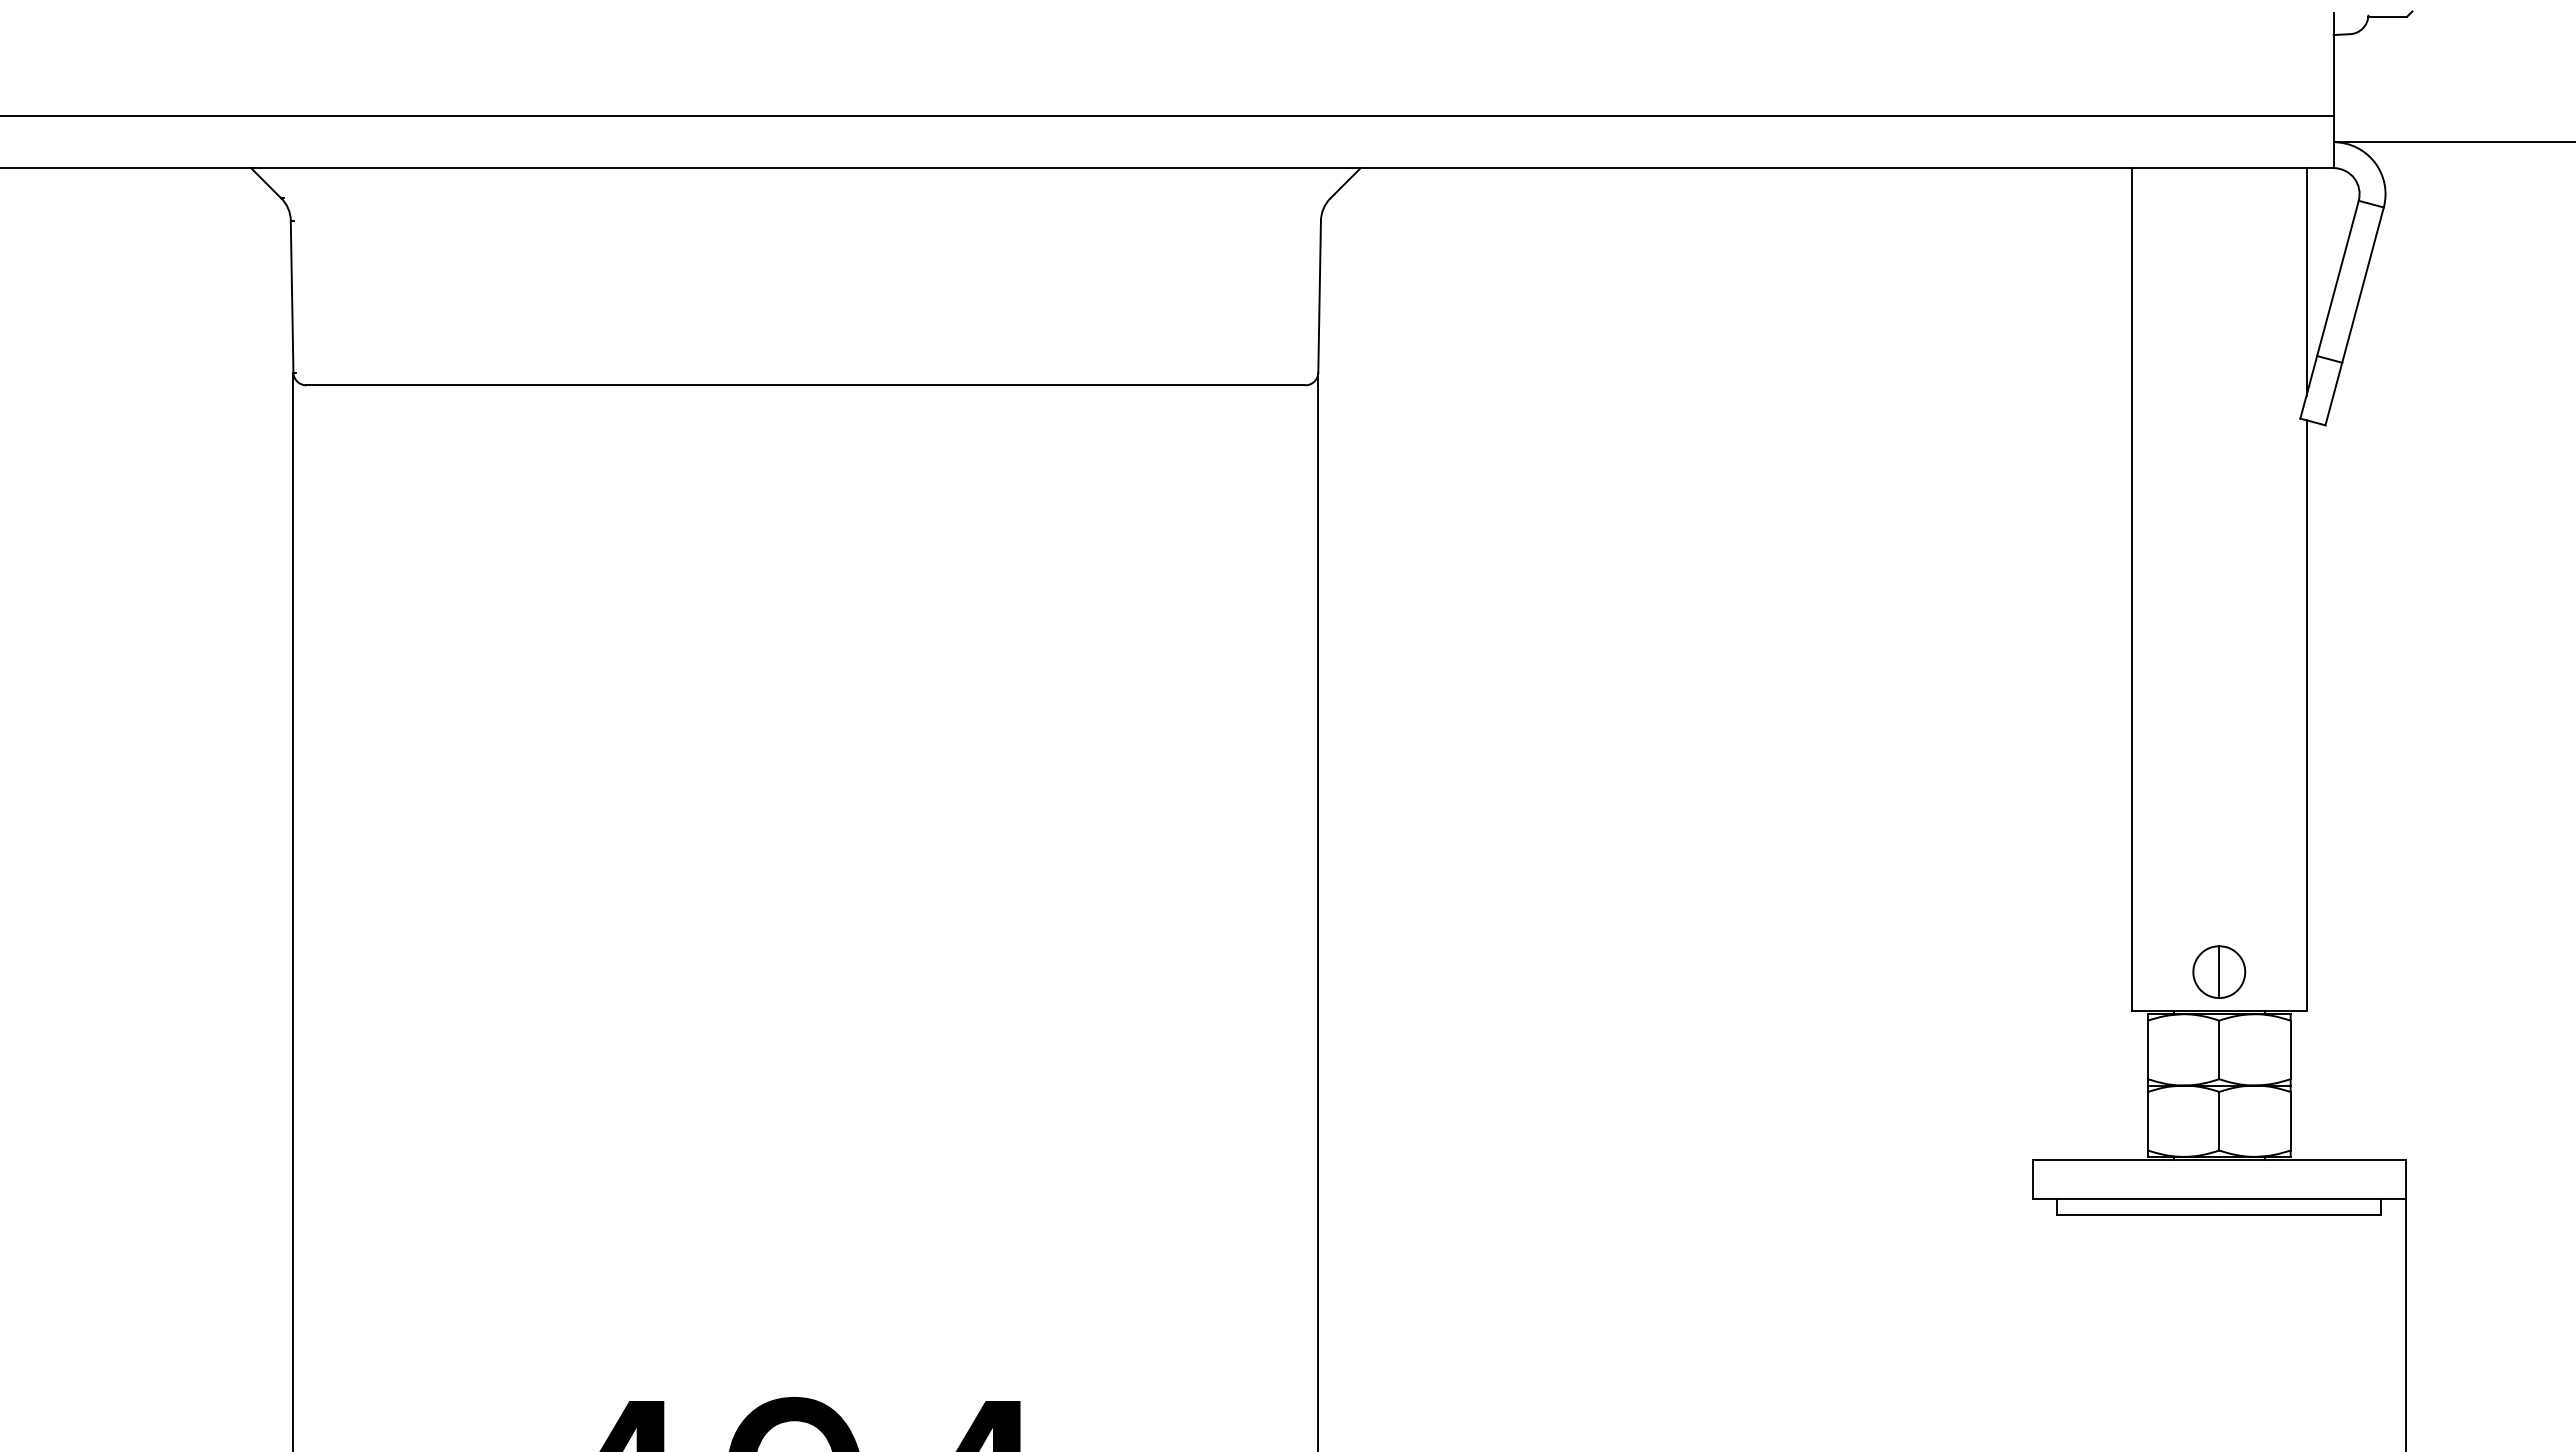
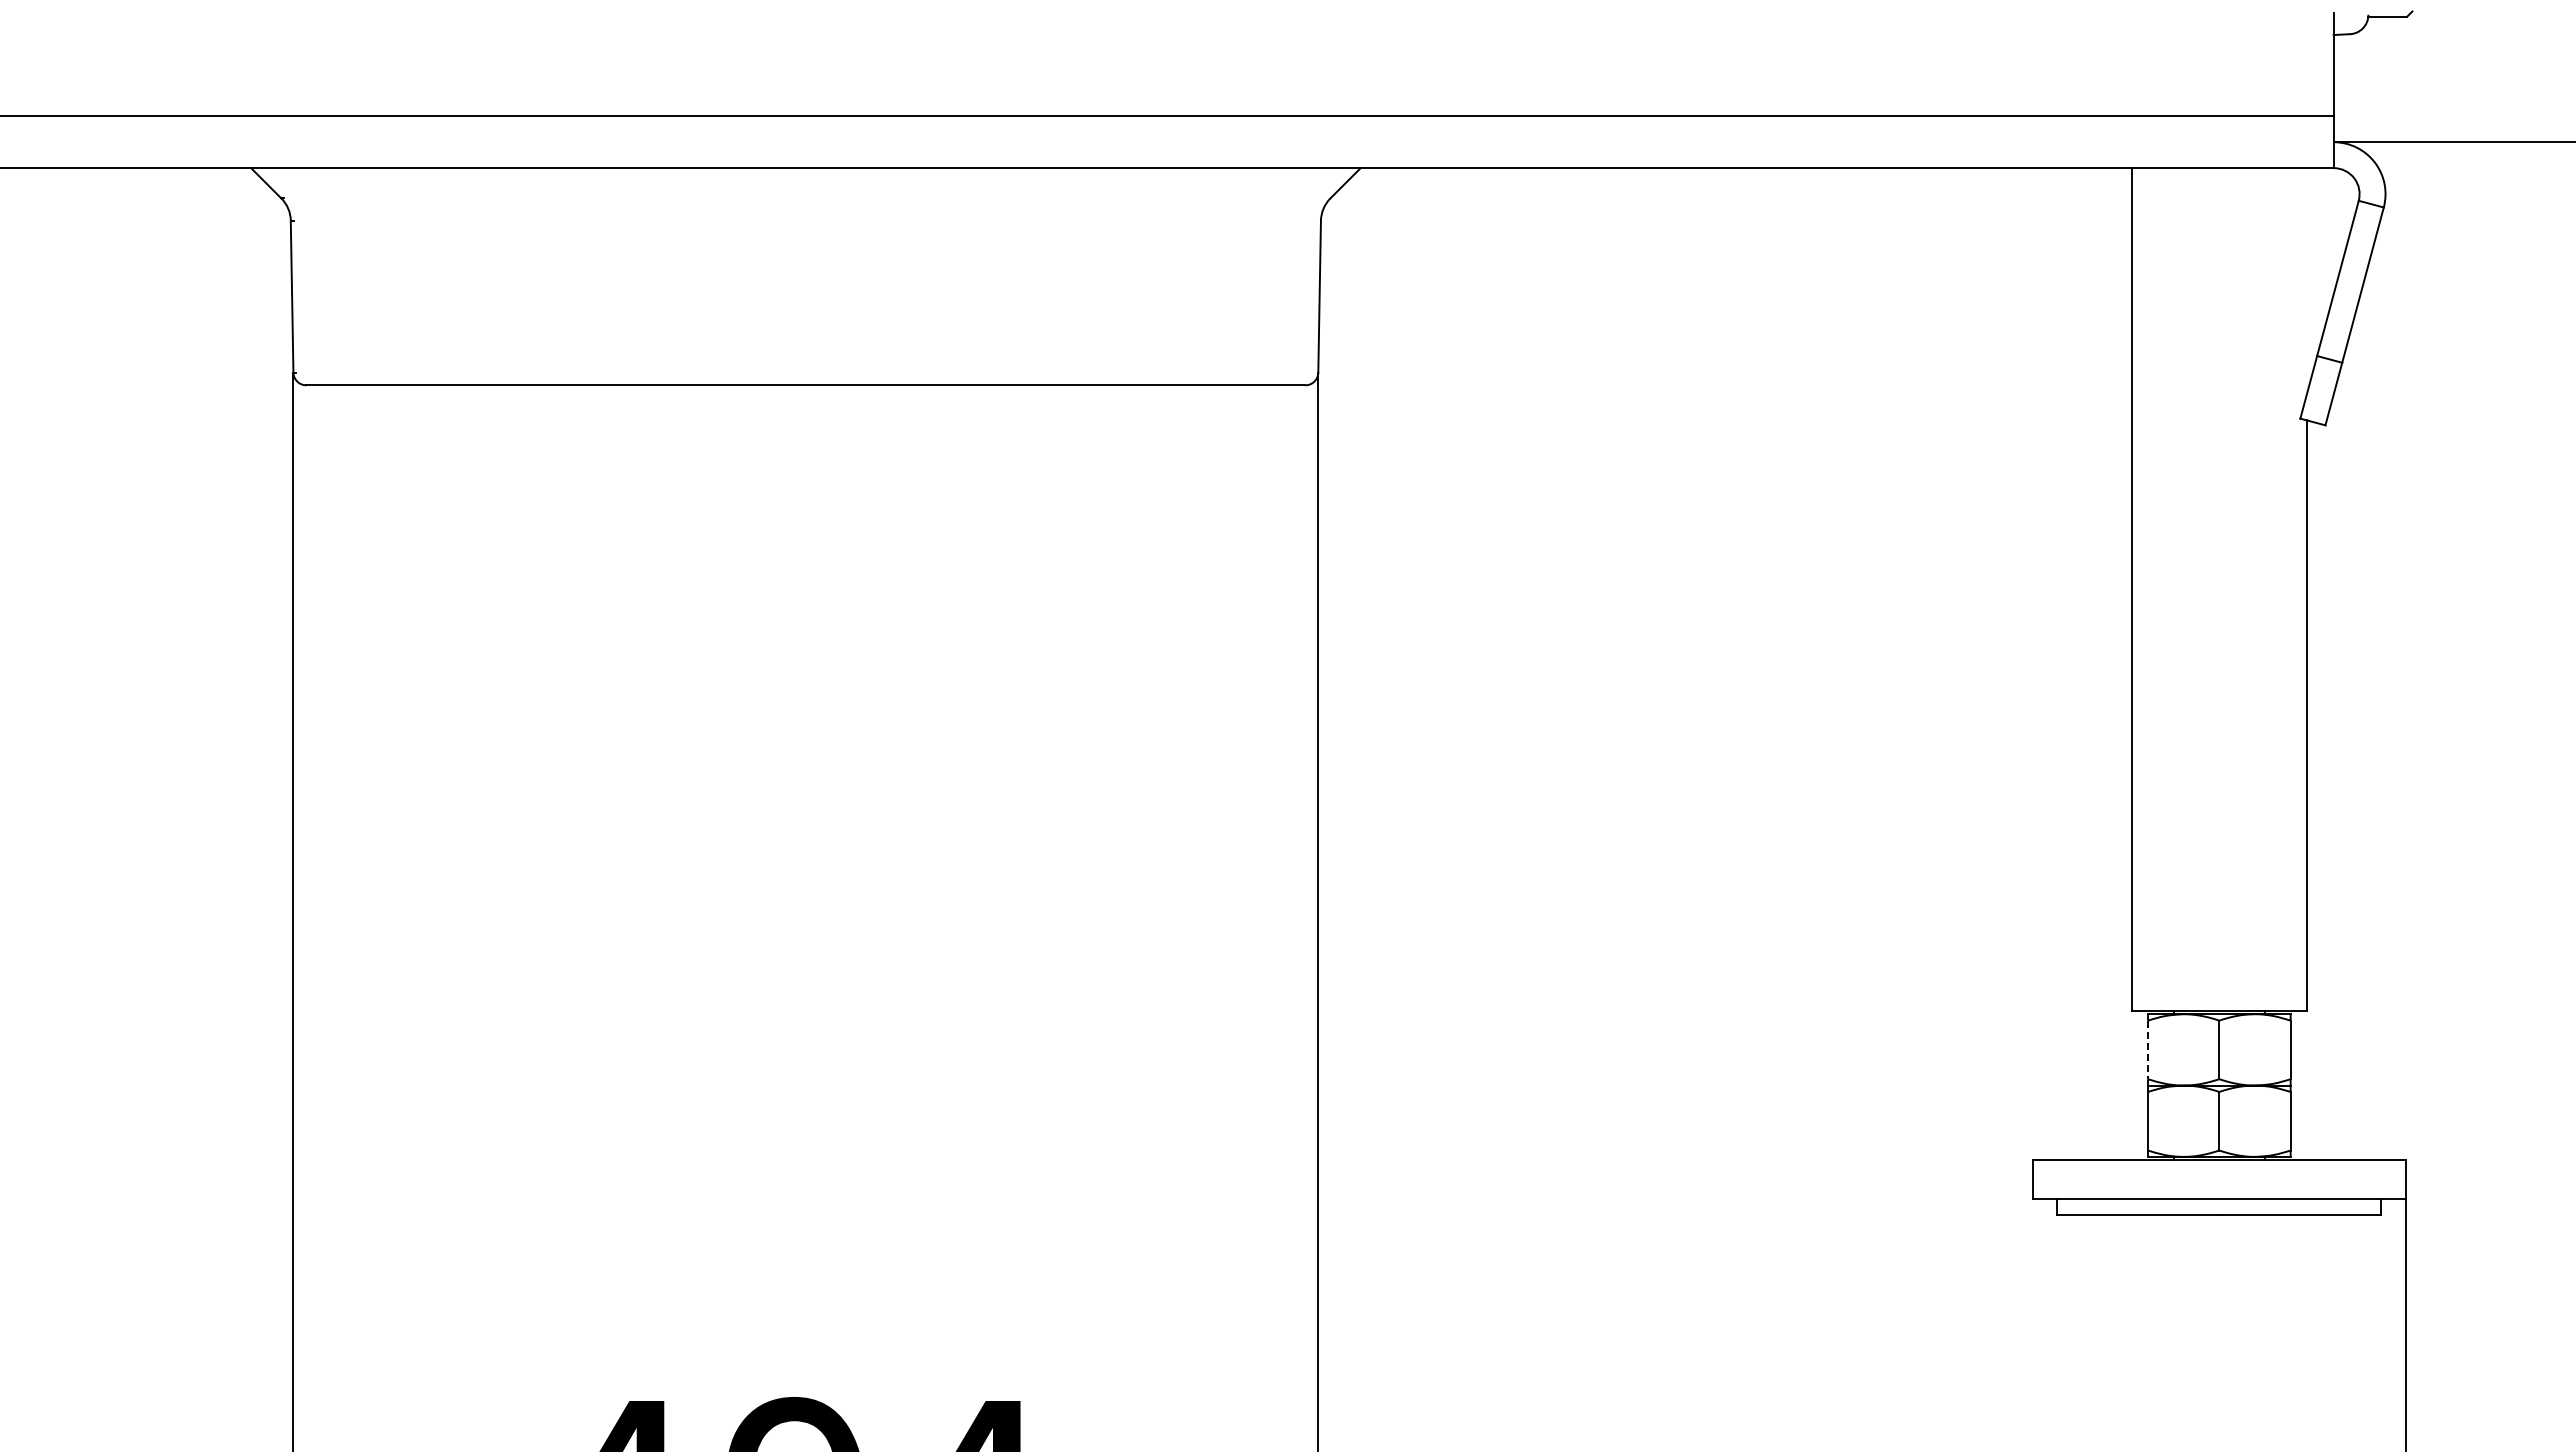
line at (2306, 281): present -> none
part at (2219, 971): present -> none
line at (2148, 1050): solid -> dashed
